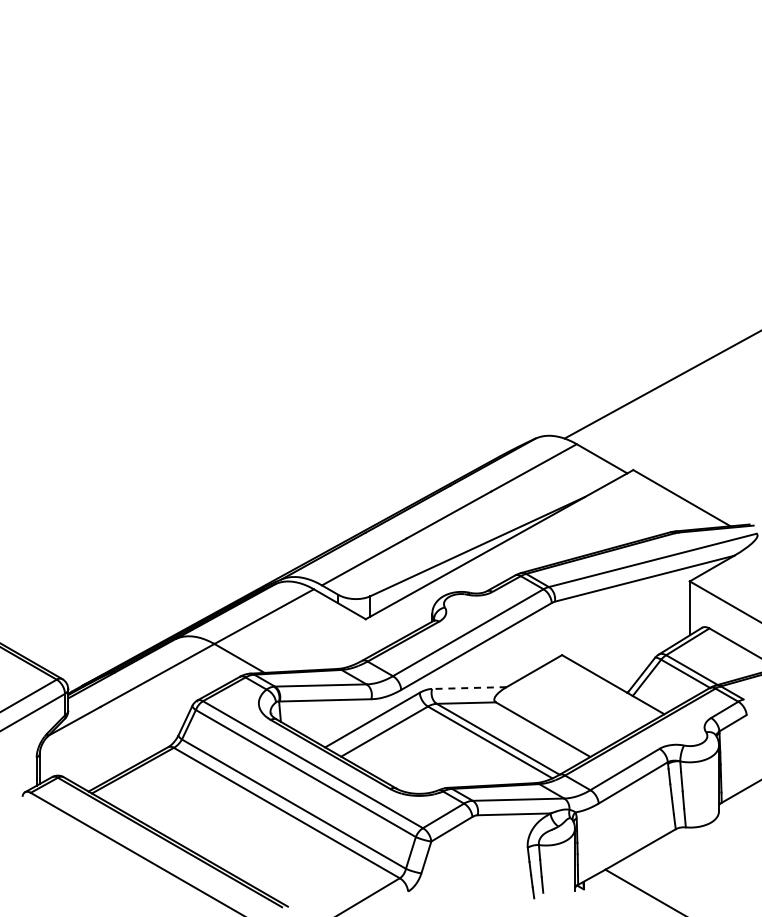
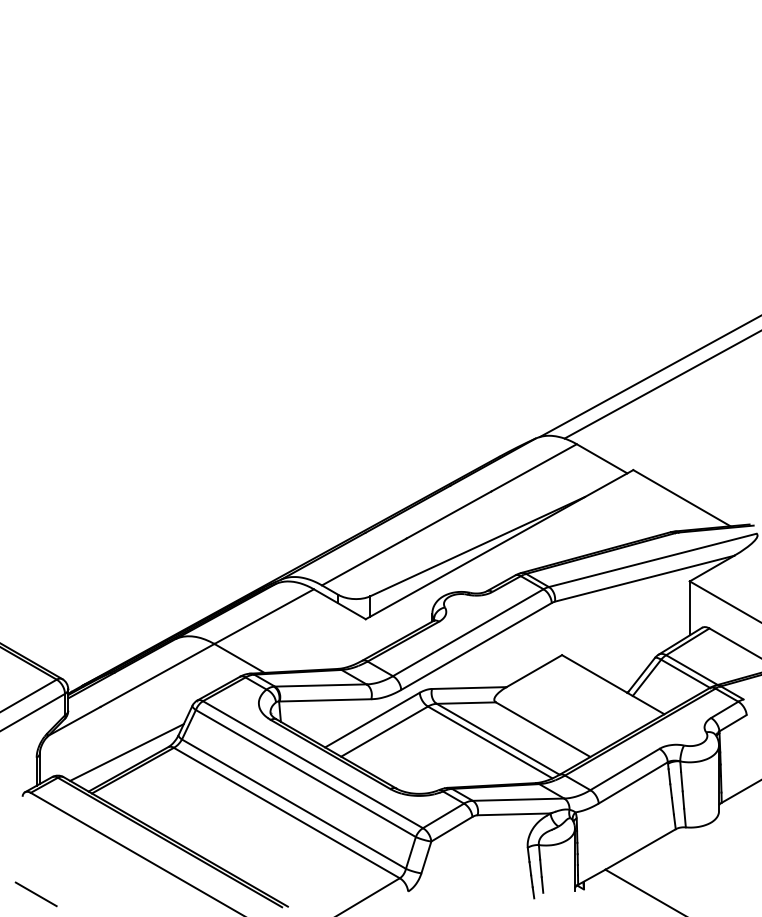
line at (648, 377): none -> present
line at (468, 688): dashed -> solid
line at (126, 752): none -> present
line at (35, 894): none -> present
